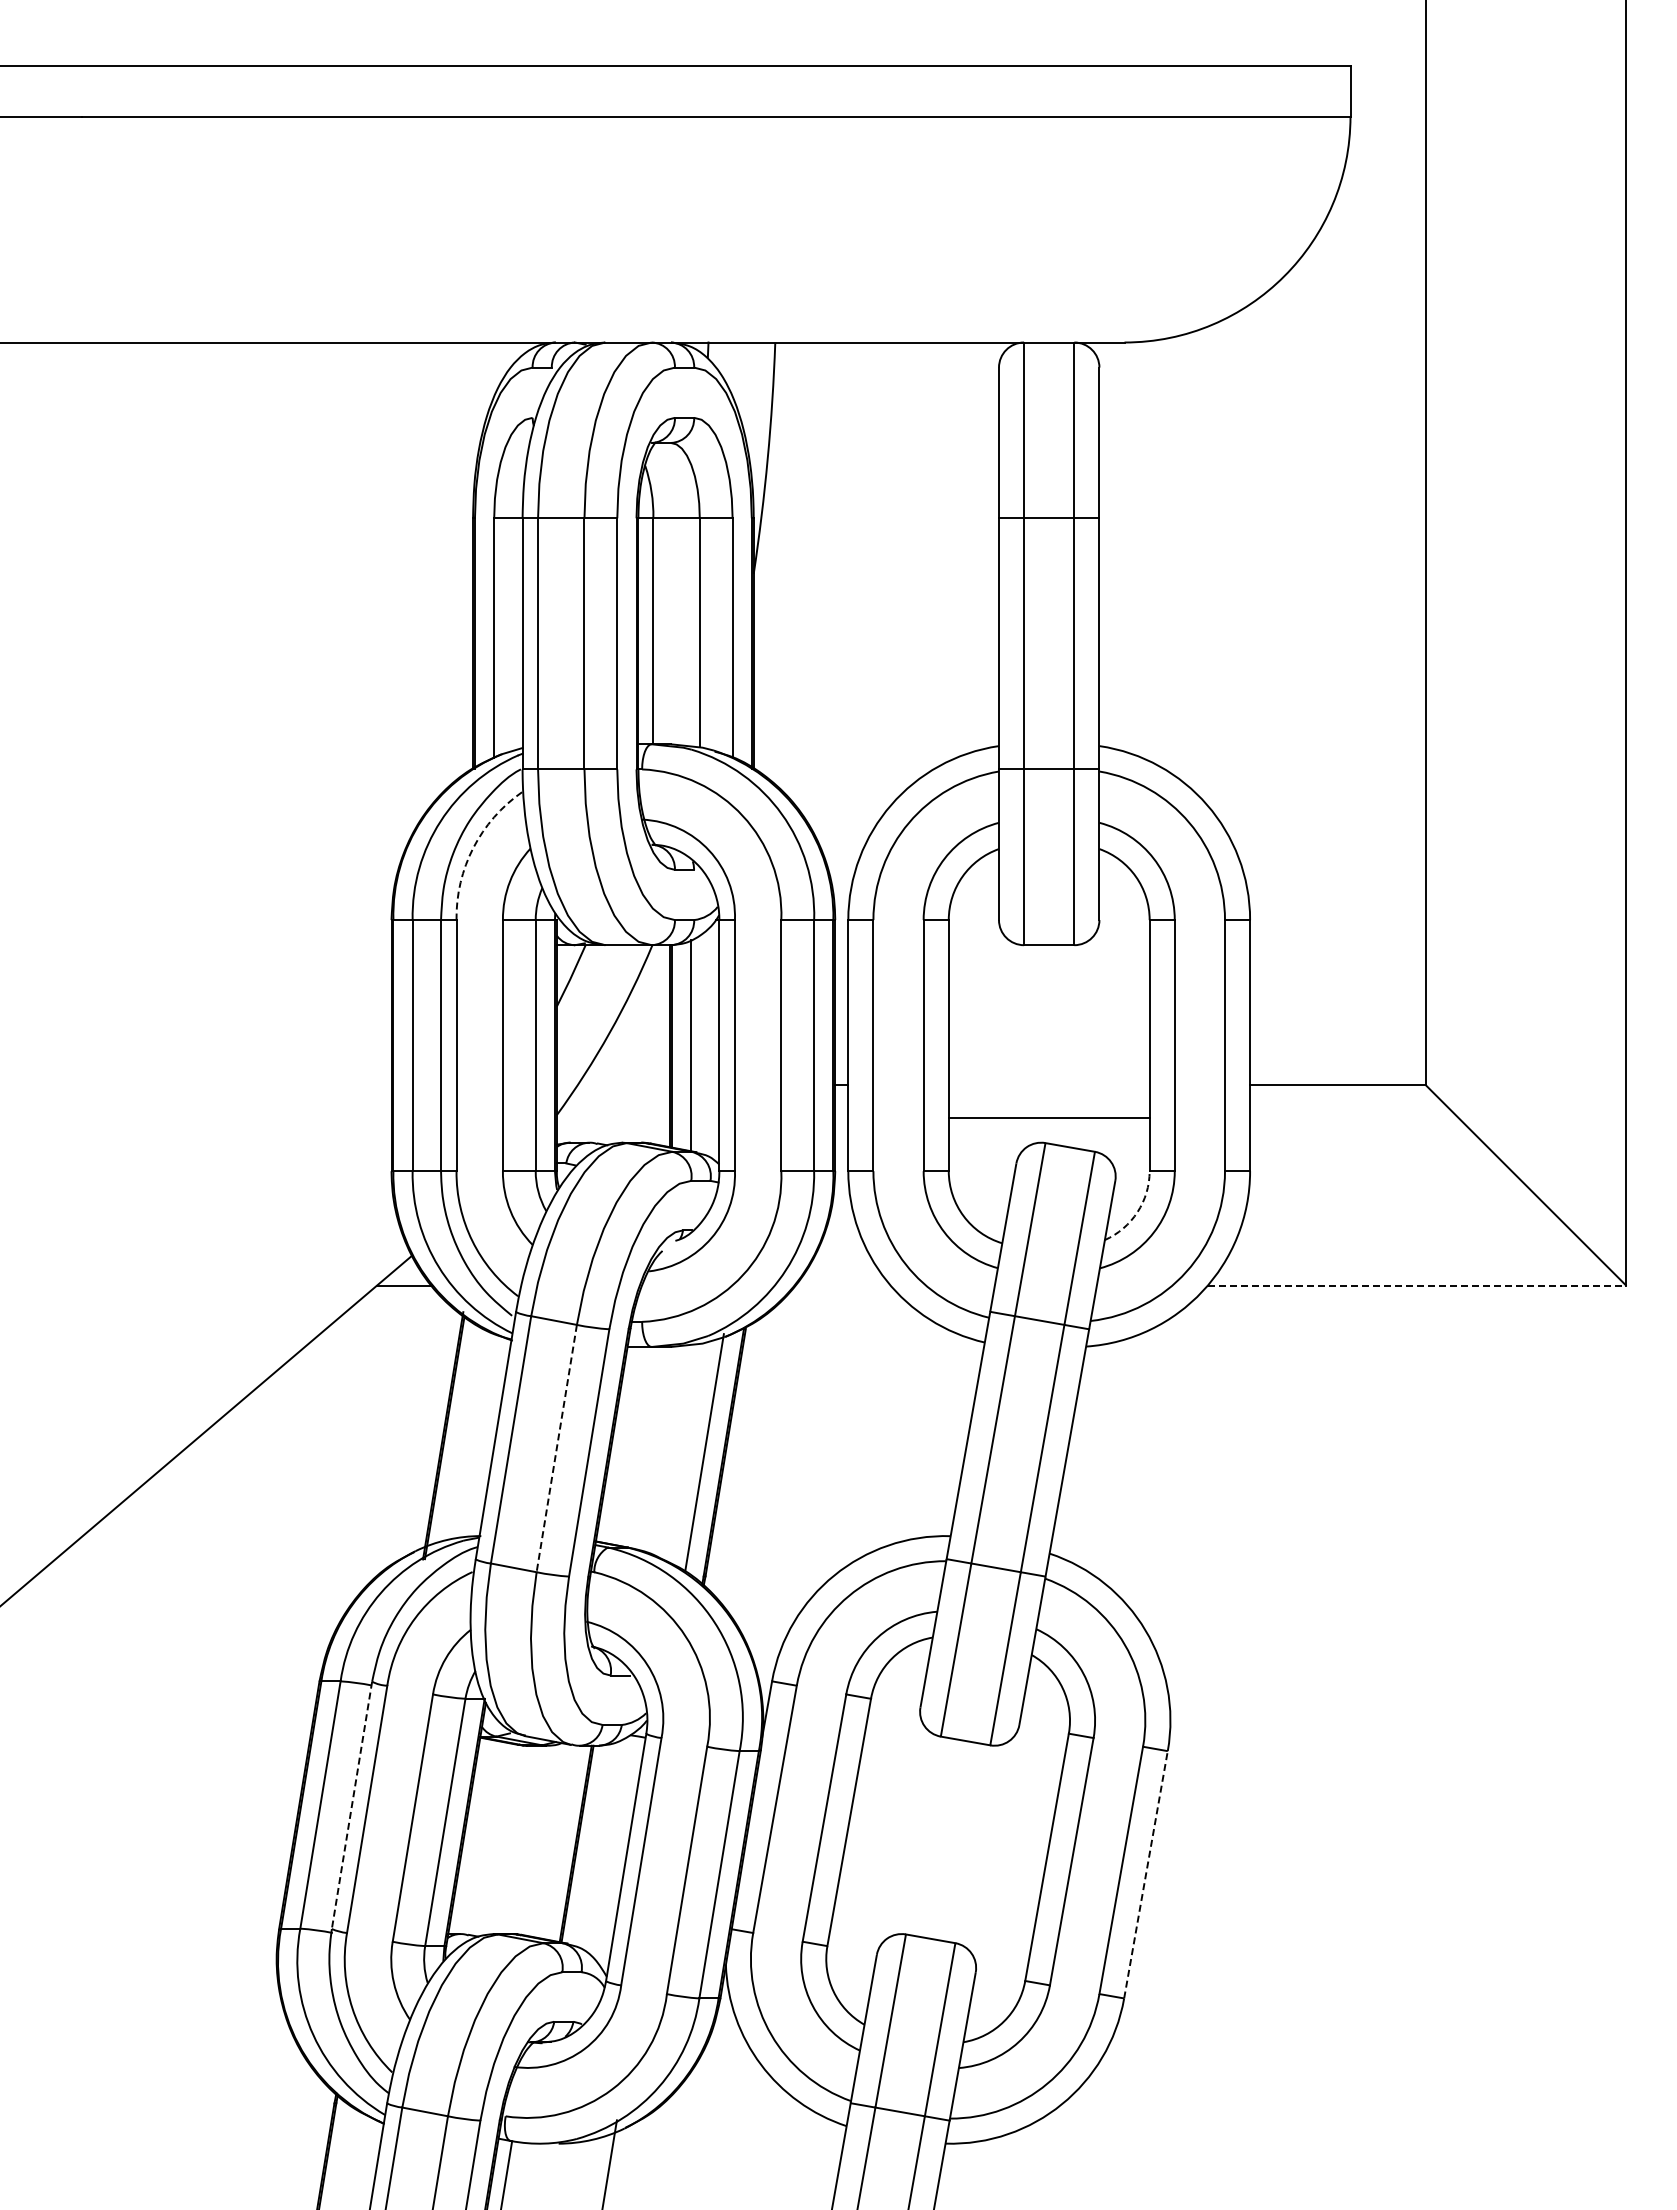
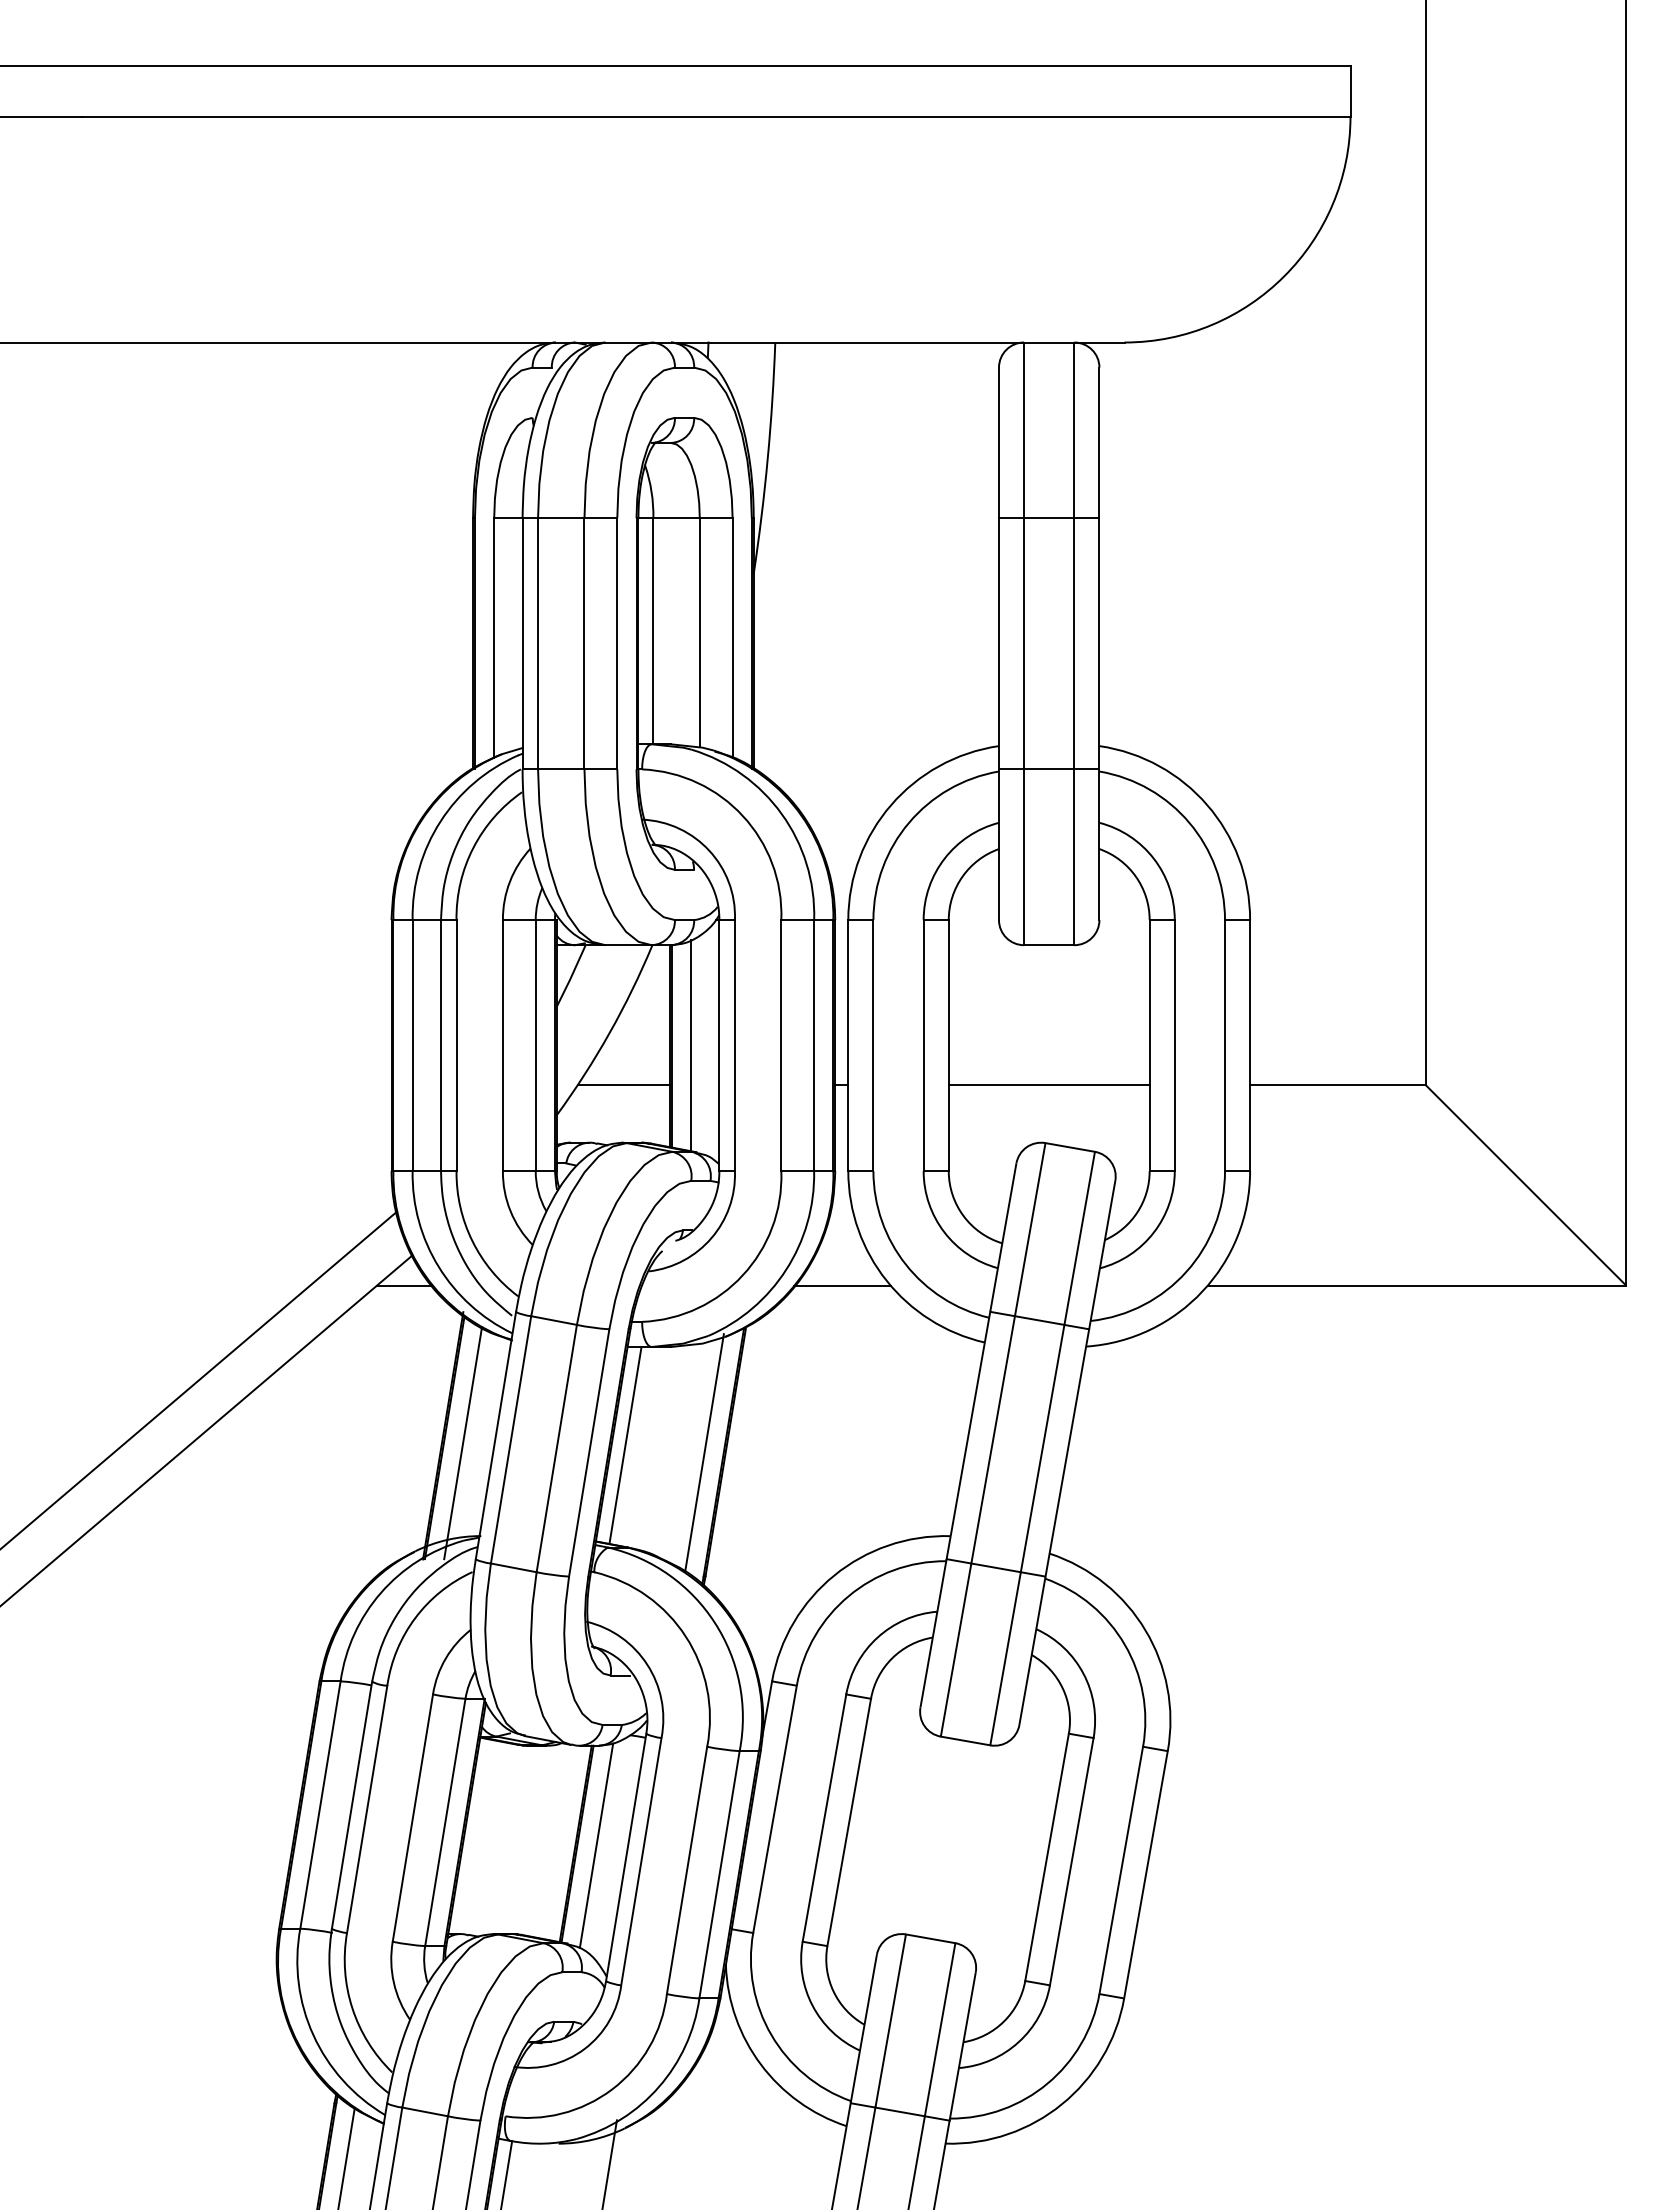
arc at (473, 847): dashed -> solid
line at (623, 1084): none -> present
line at (1048, 1117) position: (1048, 1117) -> (1048, 1084)
arc at (1137, 1212): dashed -> solid
line at (842, 1285): none -> present
line at (1417, 1285): dashed -> solid
line at (199, 1379): none -> present
line at (463, 1443): none -> present
line at (625, 1445): none -> present
line at (556, 1449): dashed -> solid
line at (351, 1805): dashed -> solid
line at (596, 1845): none -> present
line at (1145, 1874): dashed -> solid
line at (346, 2157): none -> present
